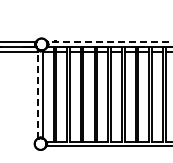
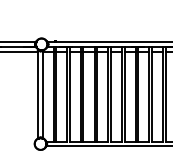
line at (109, 41): dashed -> solid
line at (38, 95): dashed -> solid
